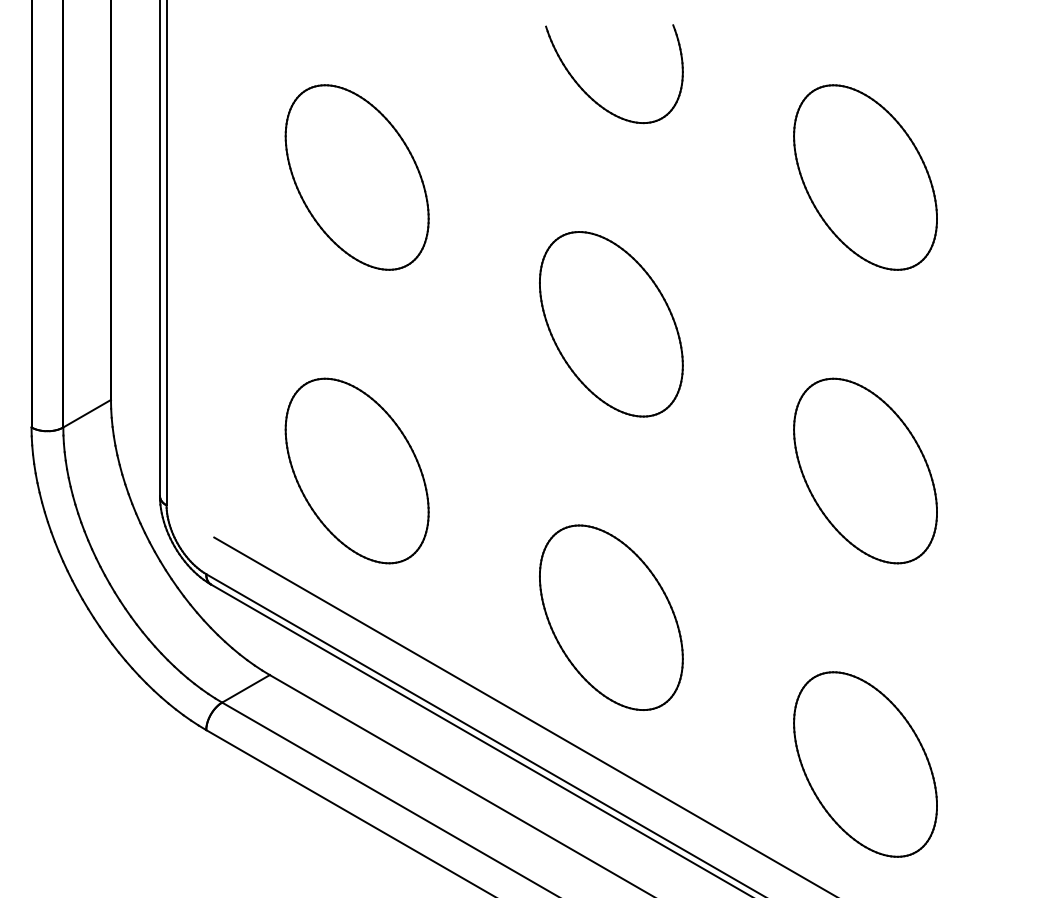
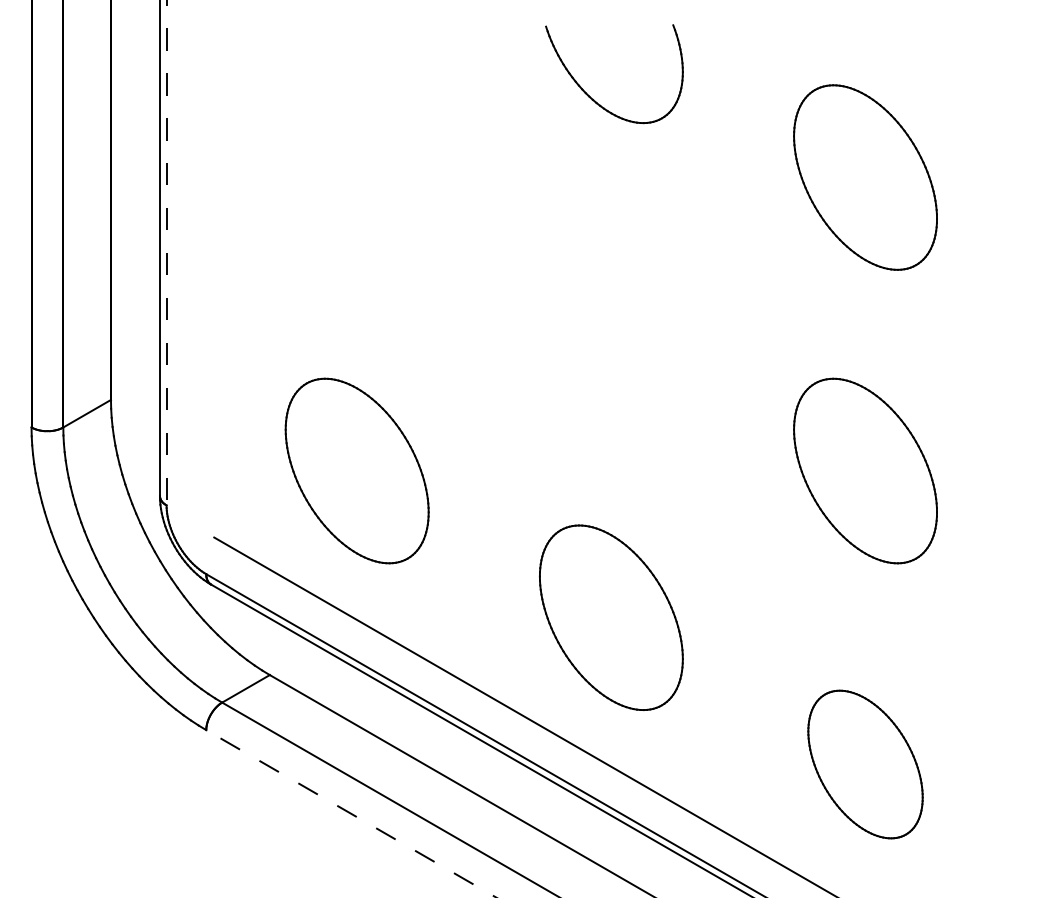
part at (356, 177): present -> none
line at (166, 253): solid -> dashed
part at (611, 324): present -> none
part at (865, 764) size: 145x187 px -> 117x151 px
line at (350, 813): solid -> dashed
